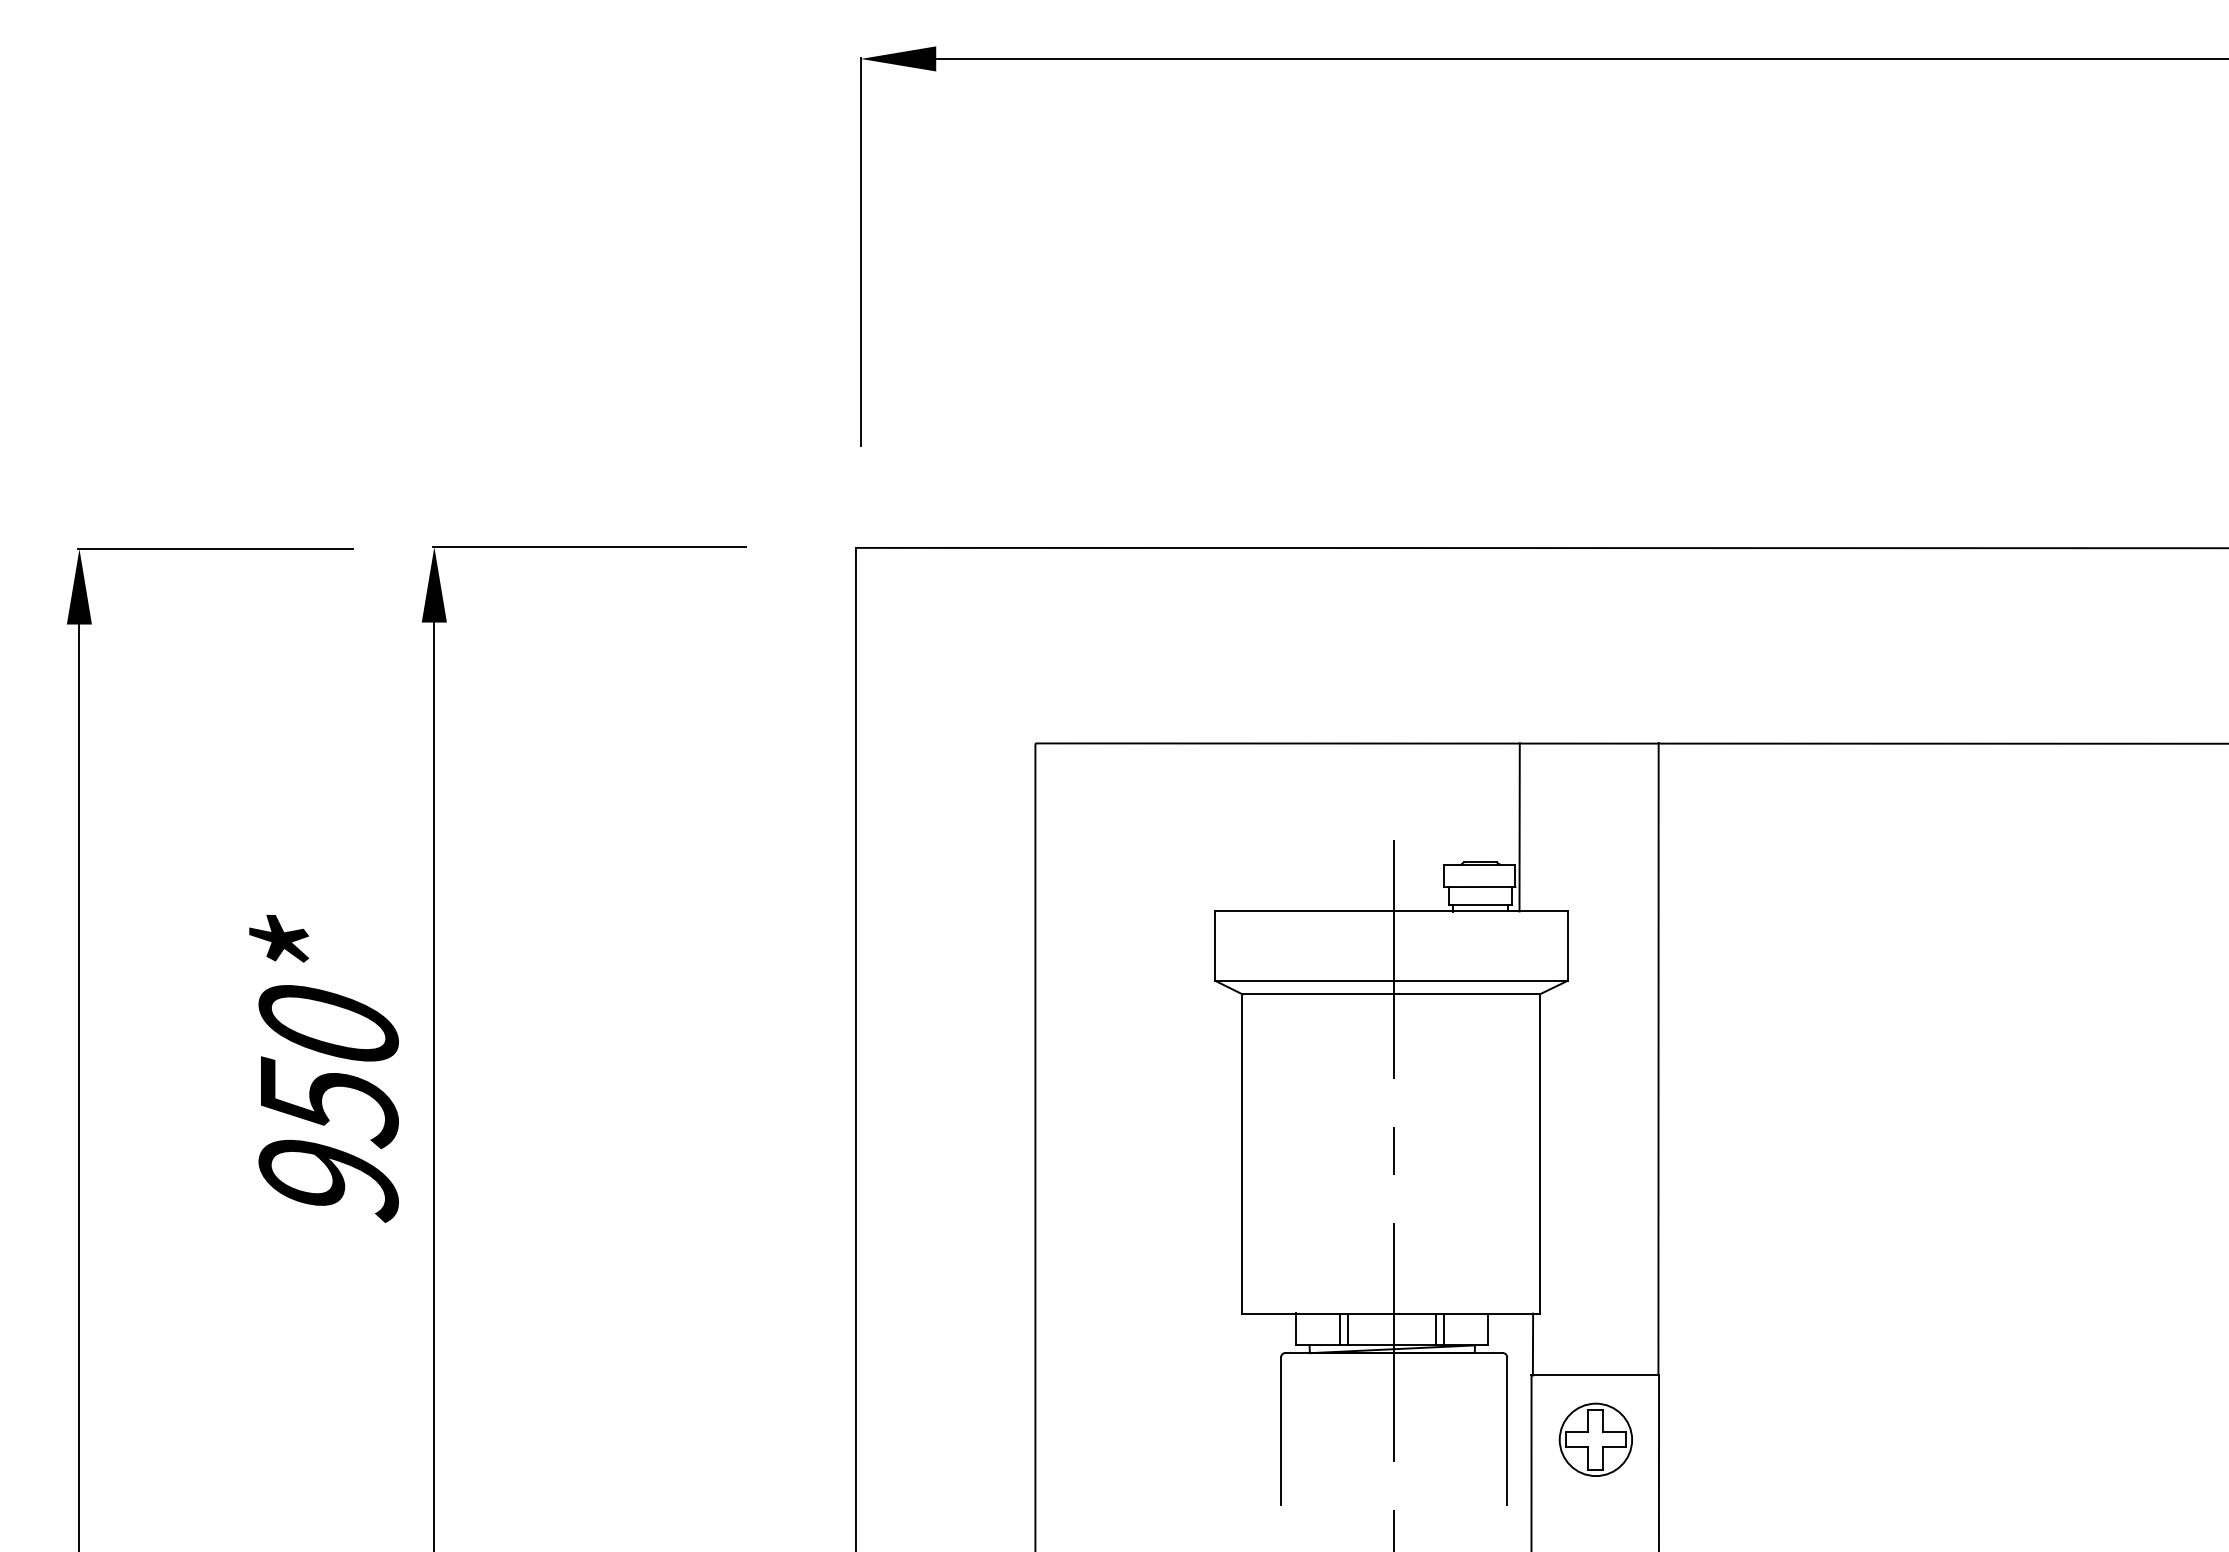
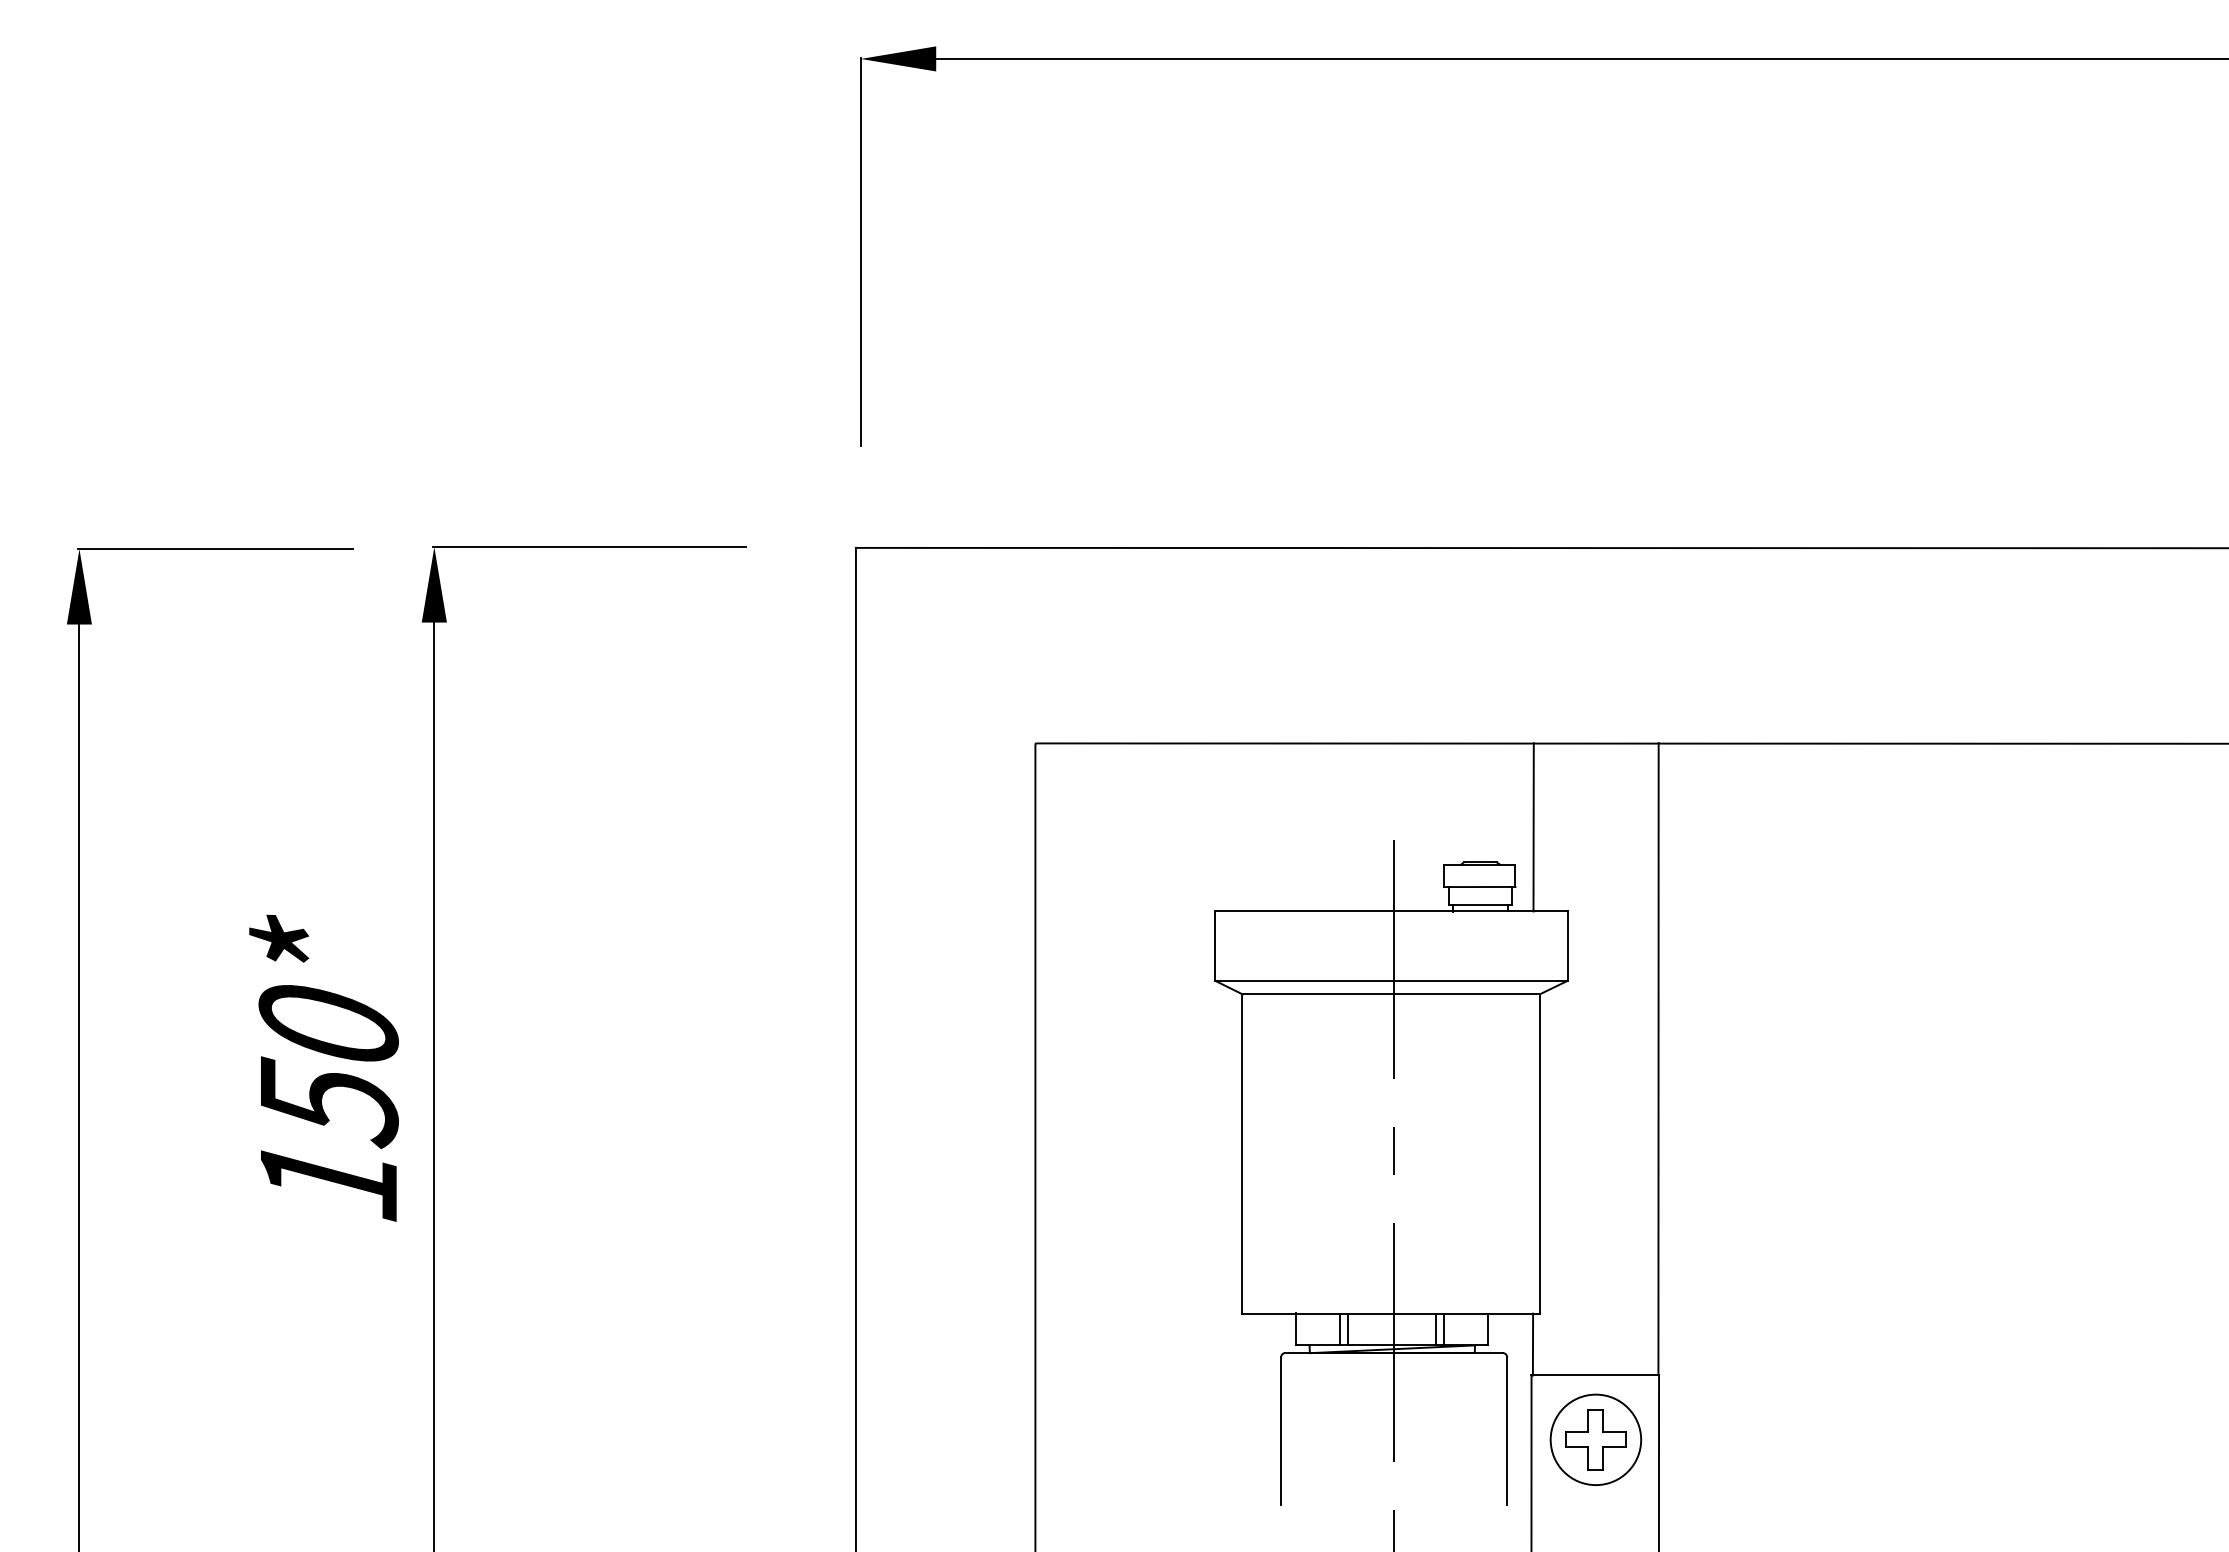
line at (1519, 827) position: (1519, 827) -> (1533, 827)
text at (328, 1180): 950* -> 150*
circle at (1595, 1439) diameter: 72 px -> 90 px
